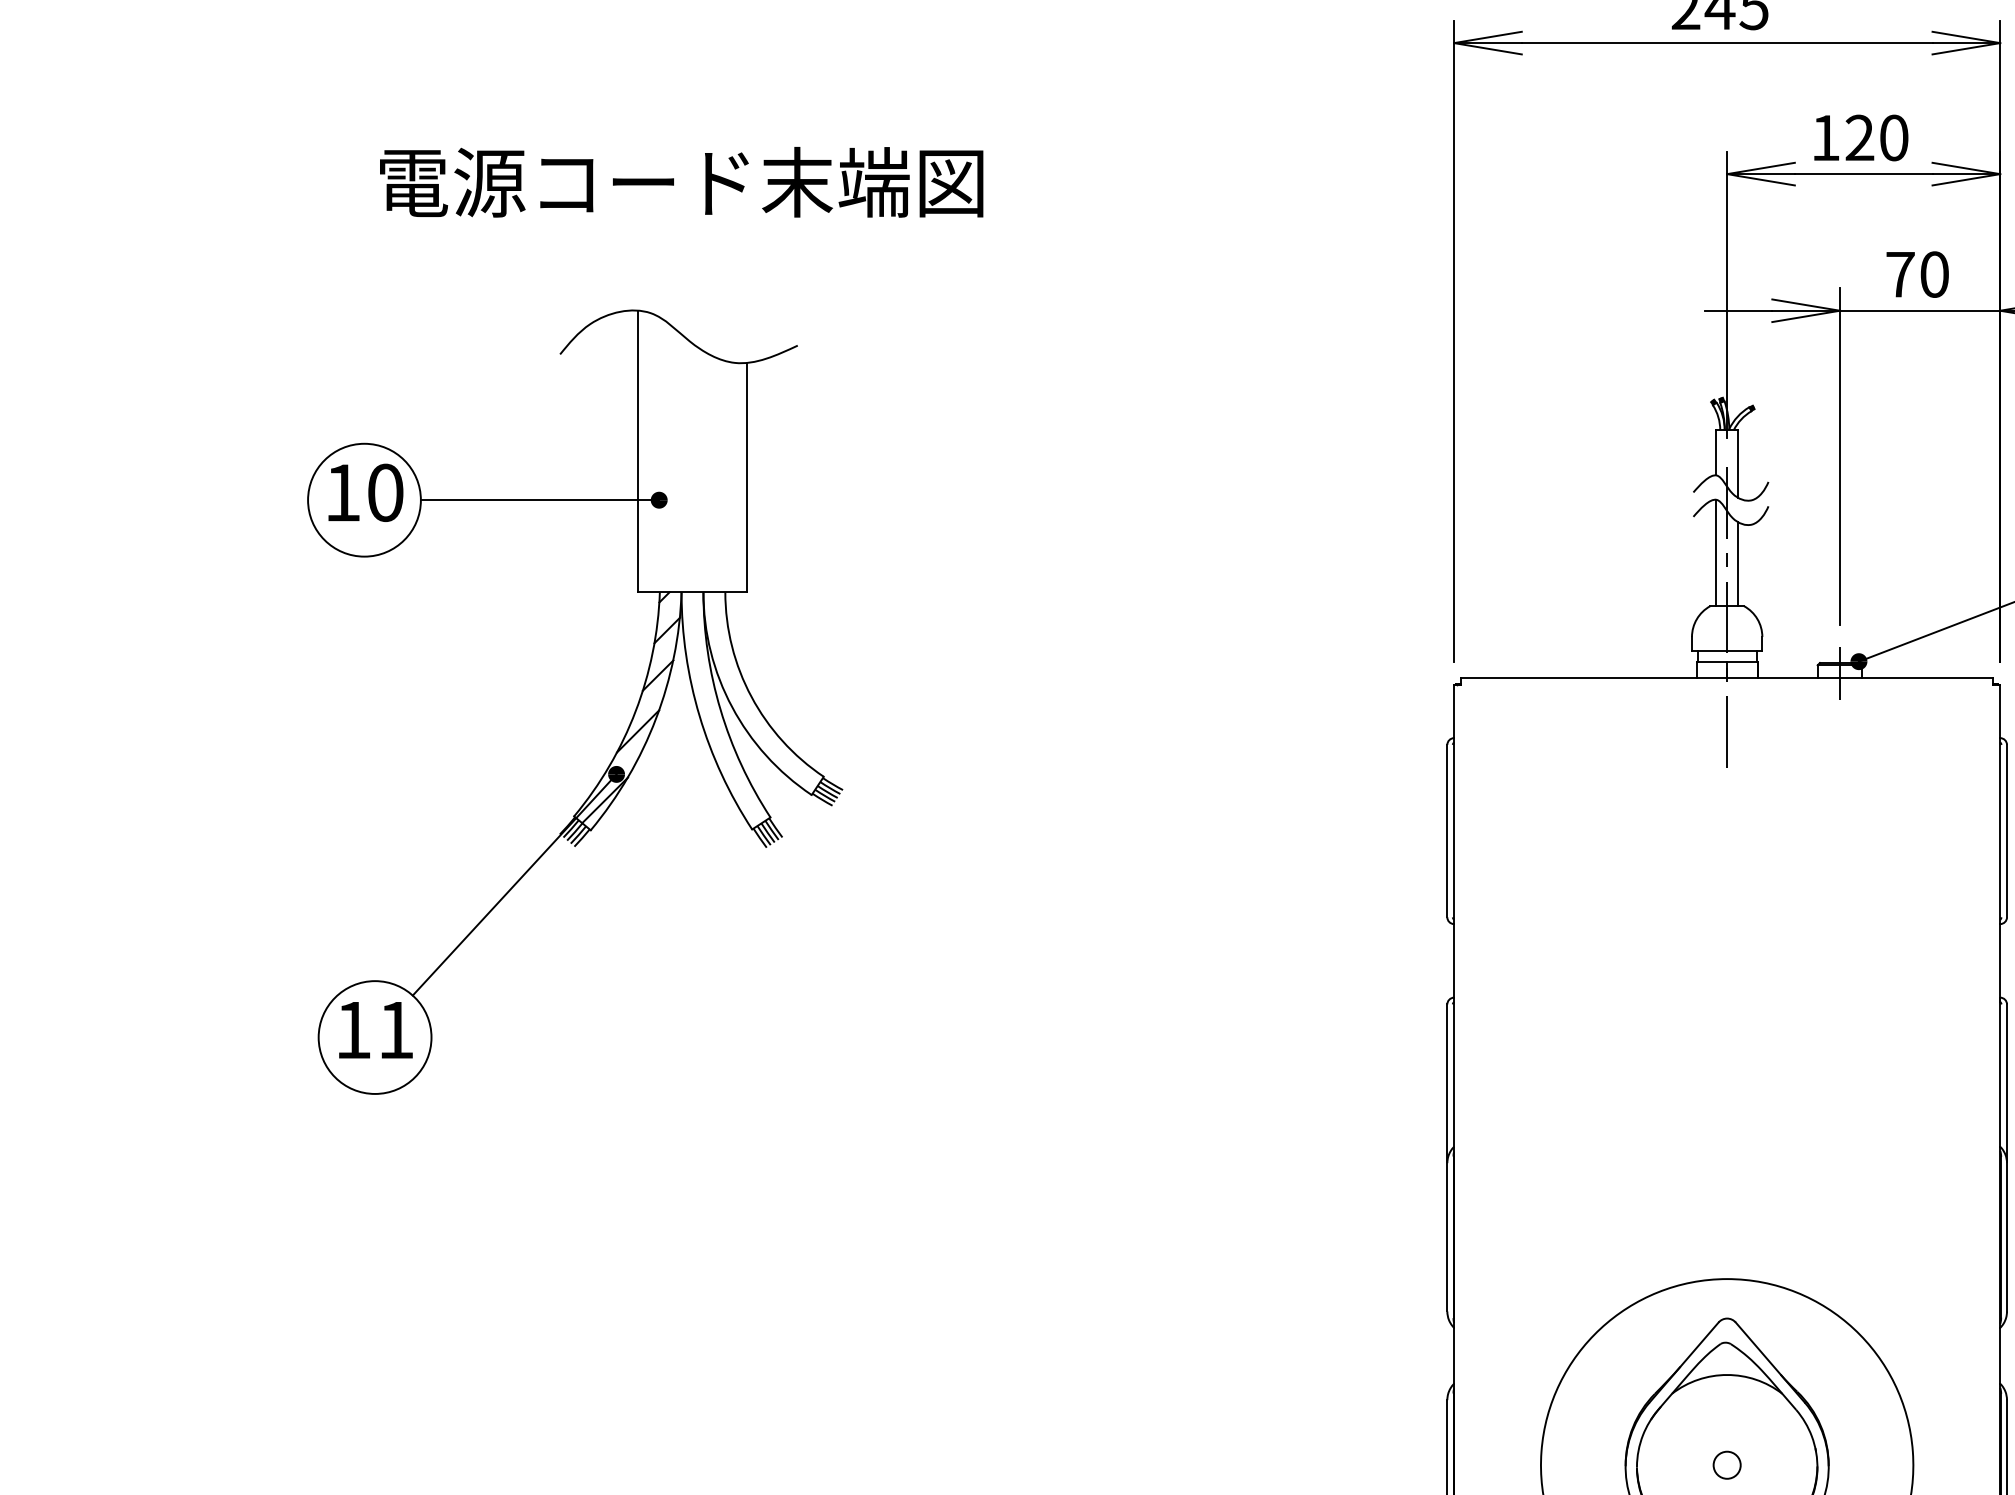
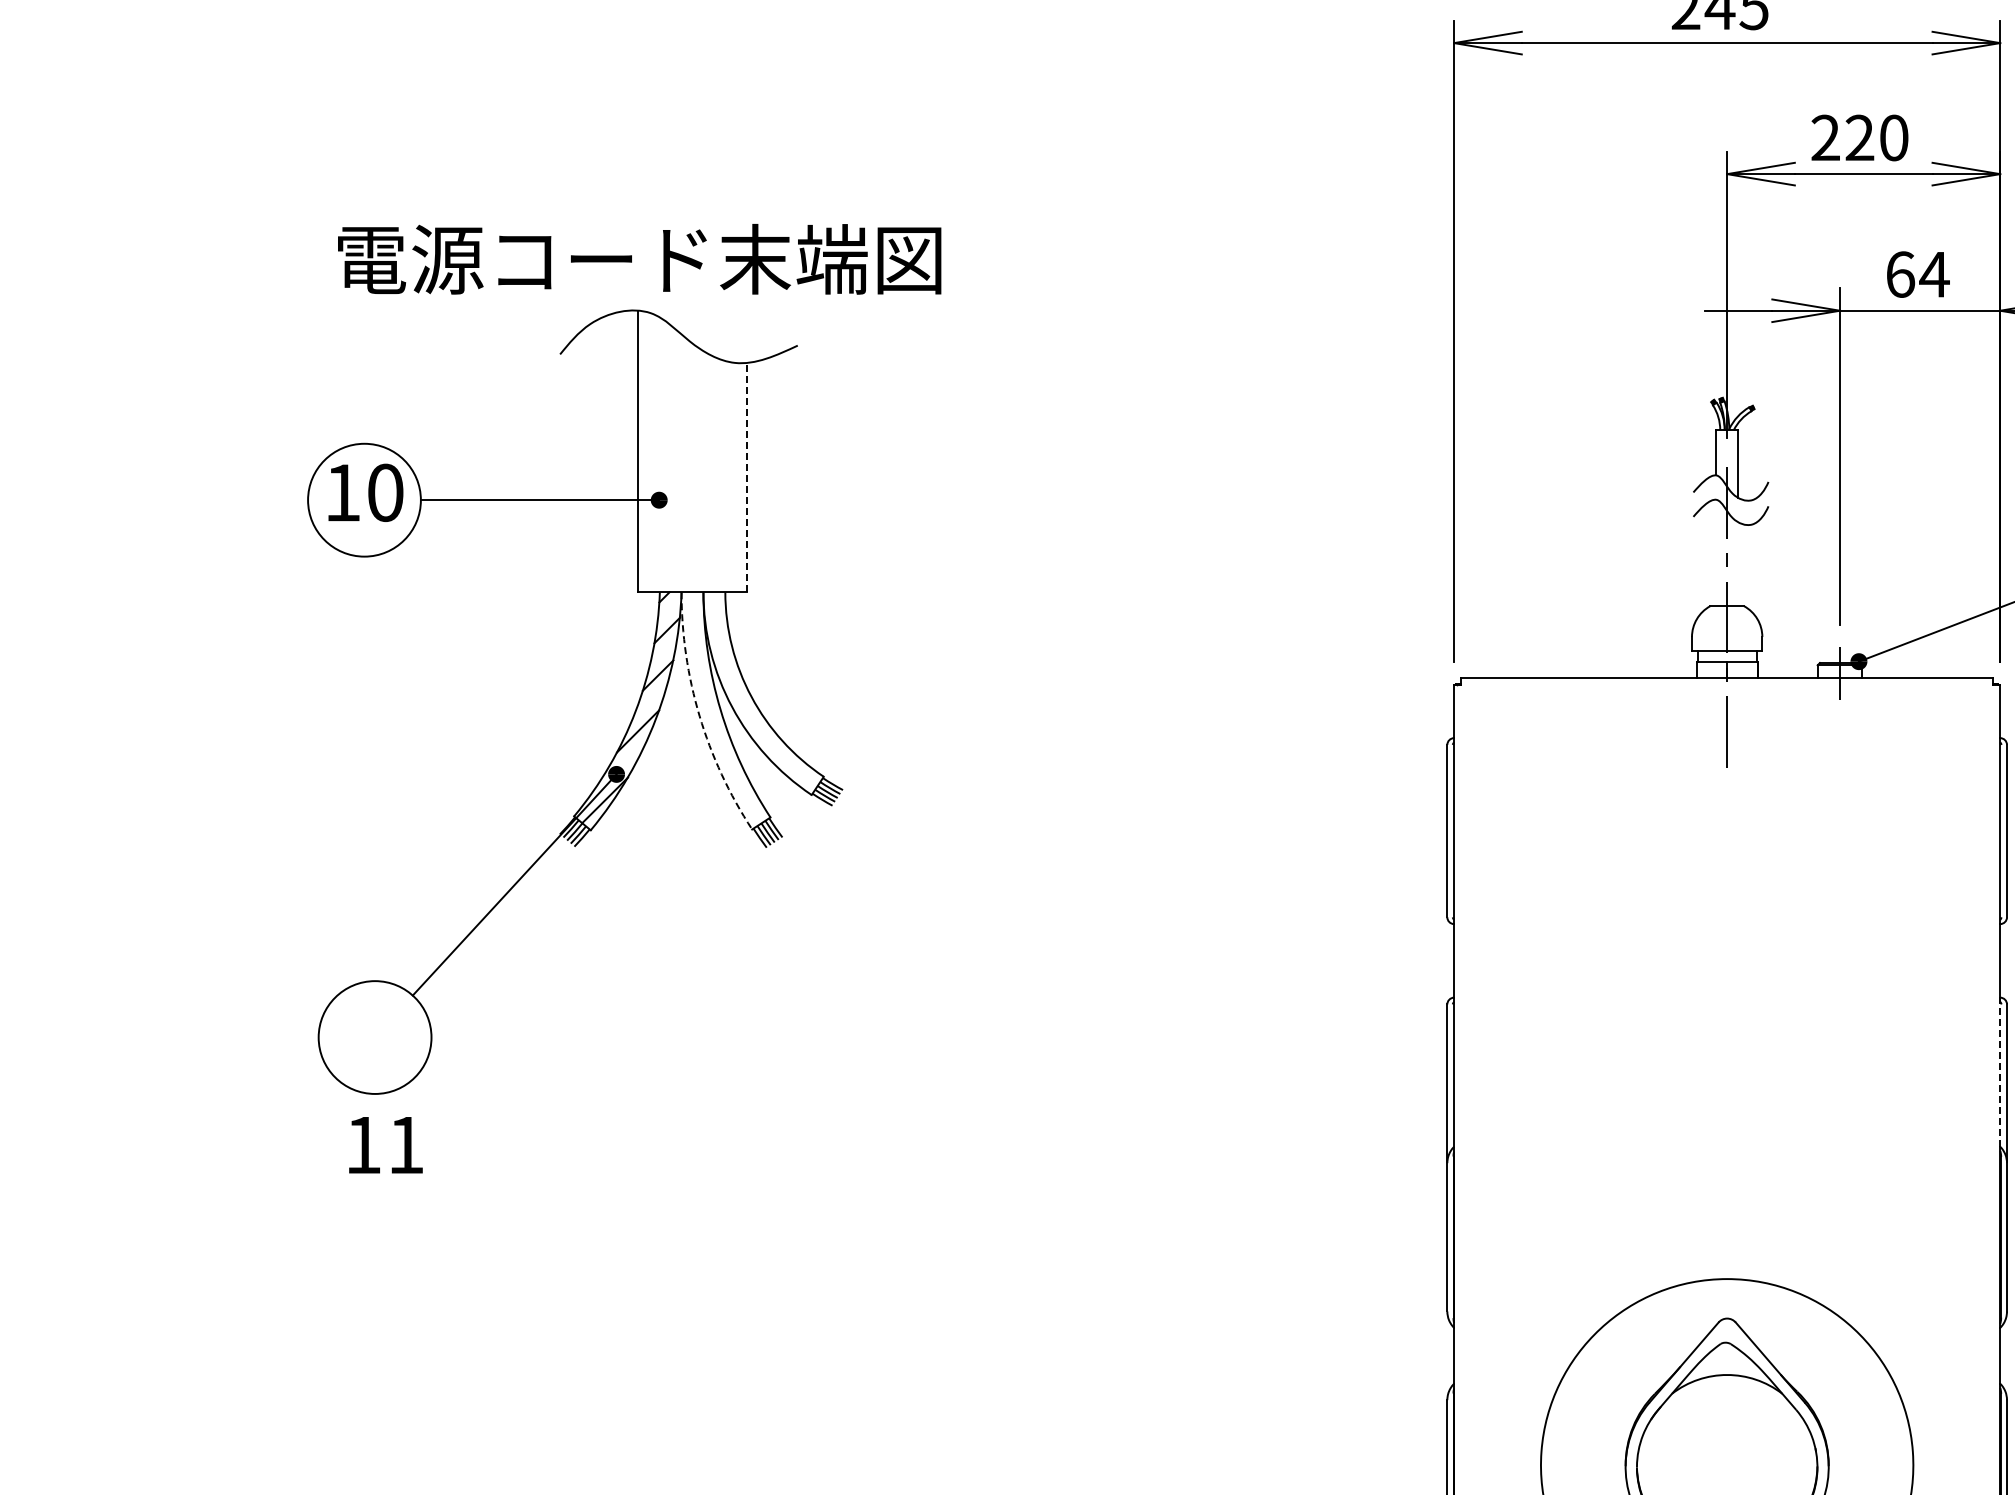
text at (1825, 137): 120 -> 220
text at (681, 182) position: (681, 182) -> (639, 259)
text at (1917, 274): 70 -> 64
line at (746, 477): solid -> dashed
line at (1715, 552): present -> none
line at (1738, 564): present -> none
arc at (699, 716): solid -> dashed
text at (375, 1030) position: (375, 1030) -> (385, 1145)
line at (2000, 1072): solid -> dashed
circle at (1726, 1464): present -> none
